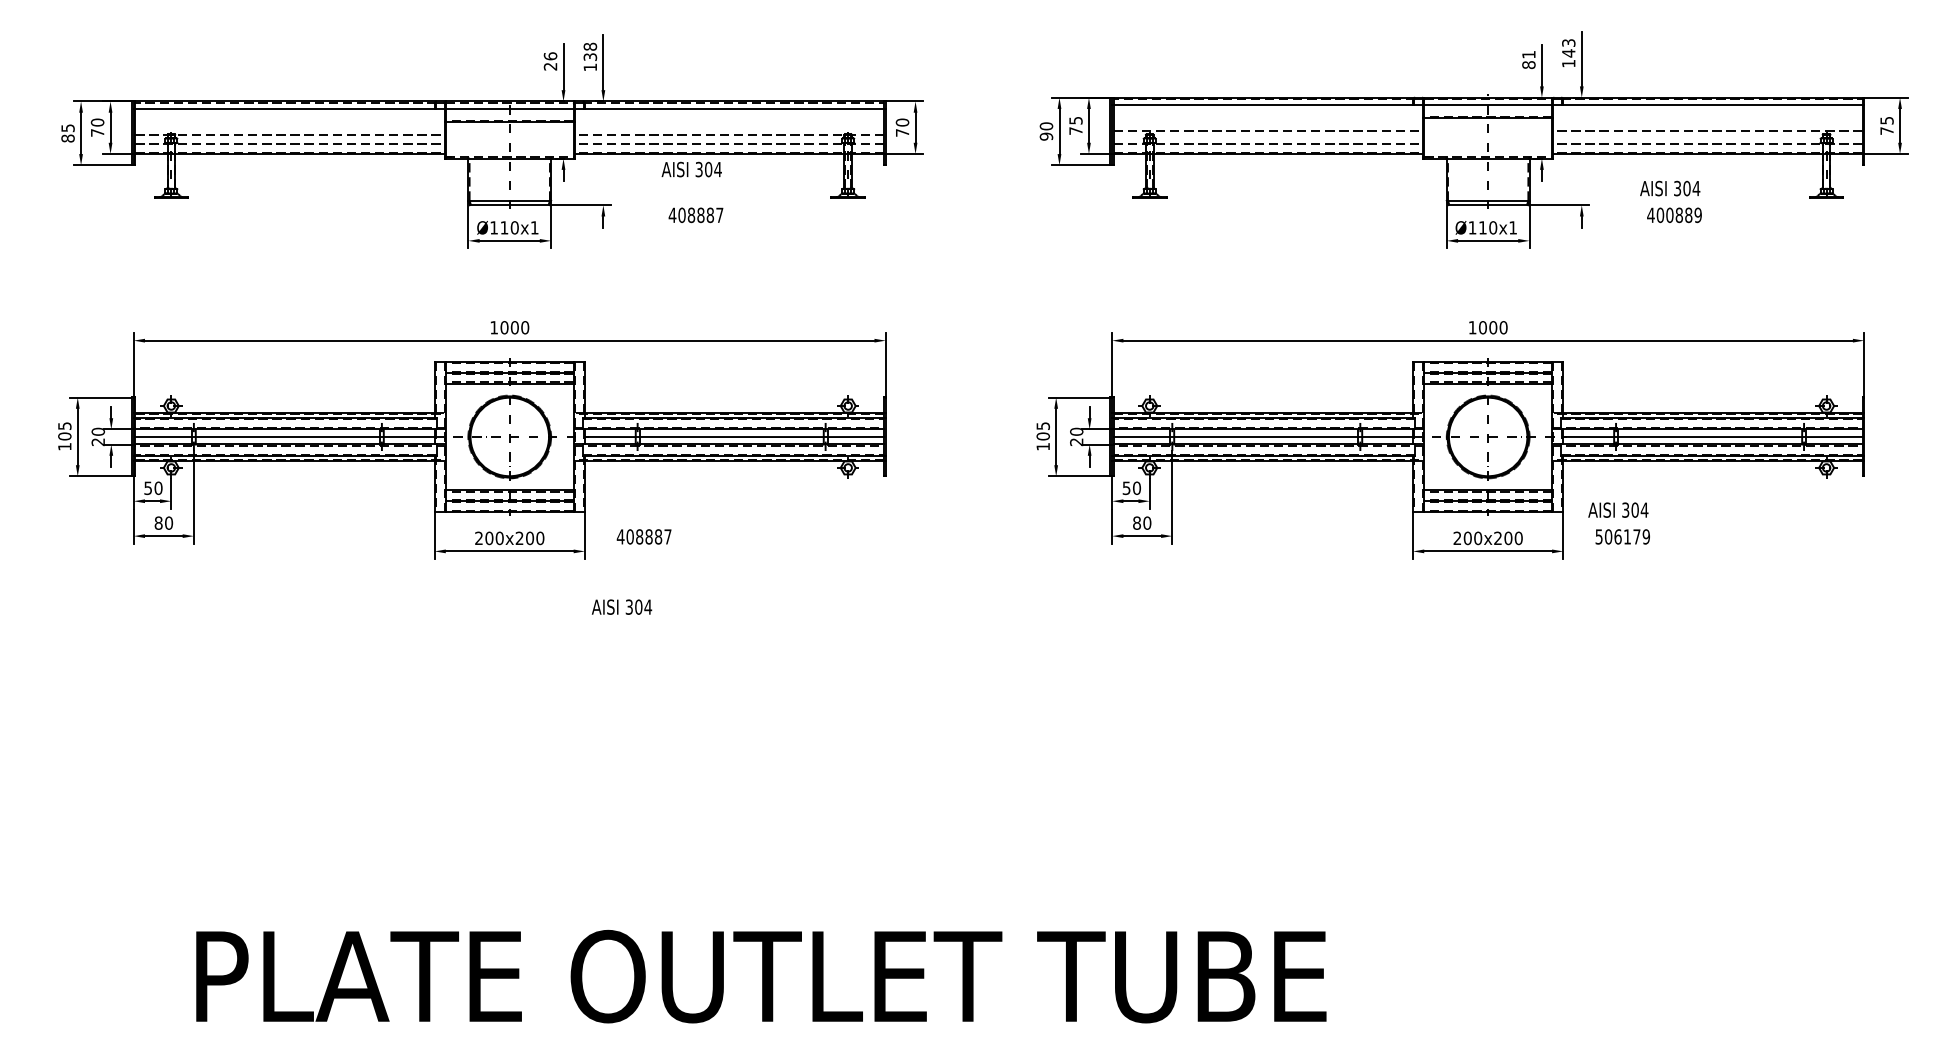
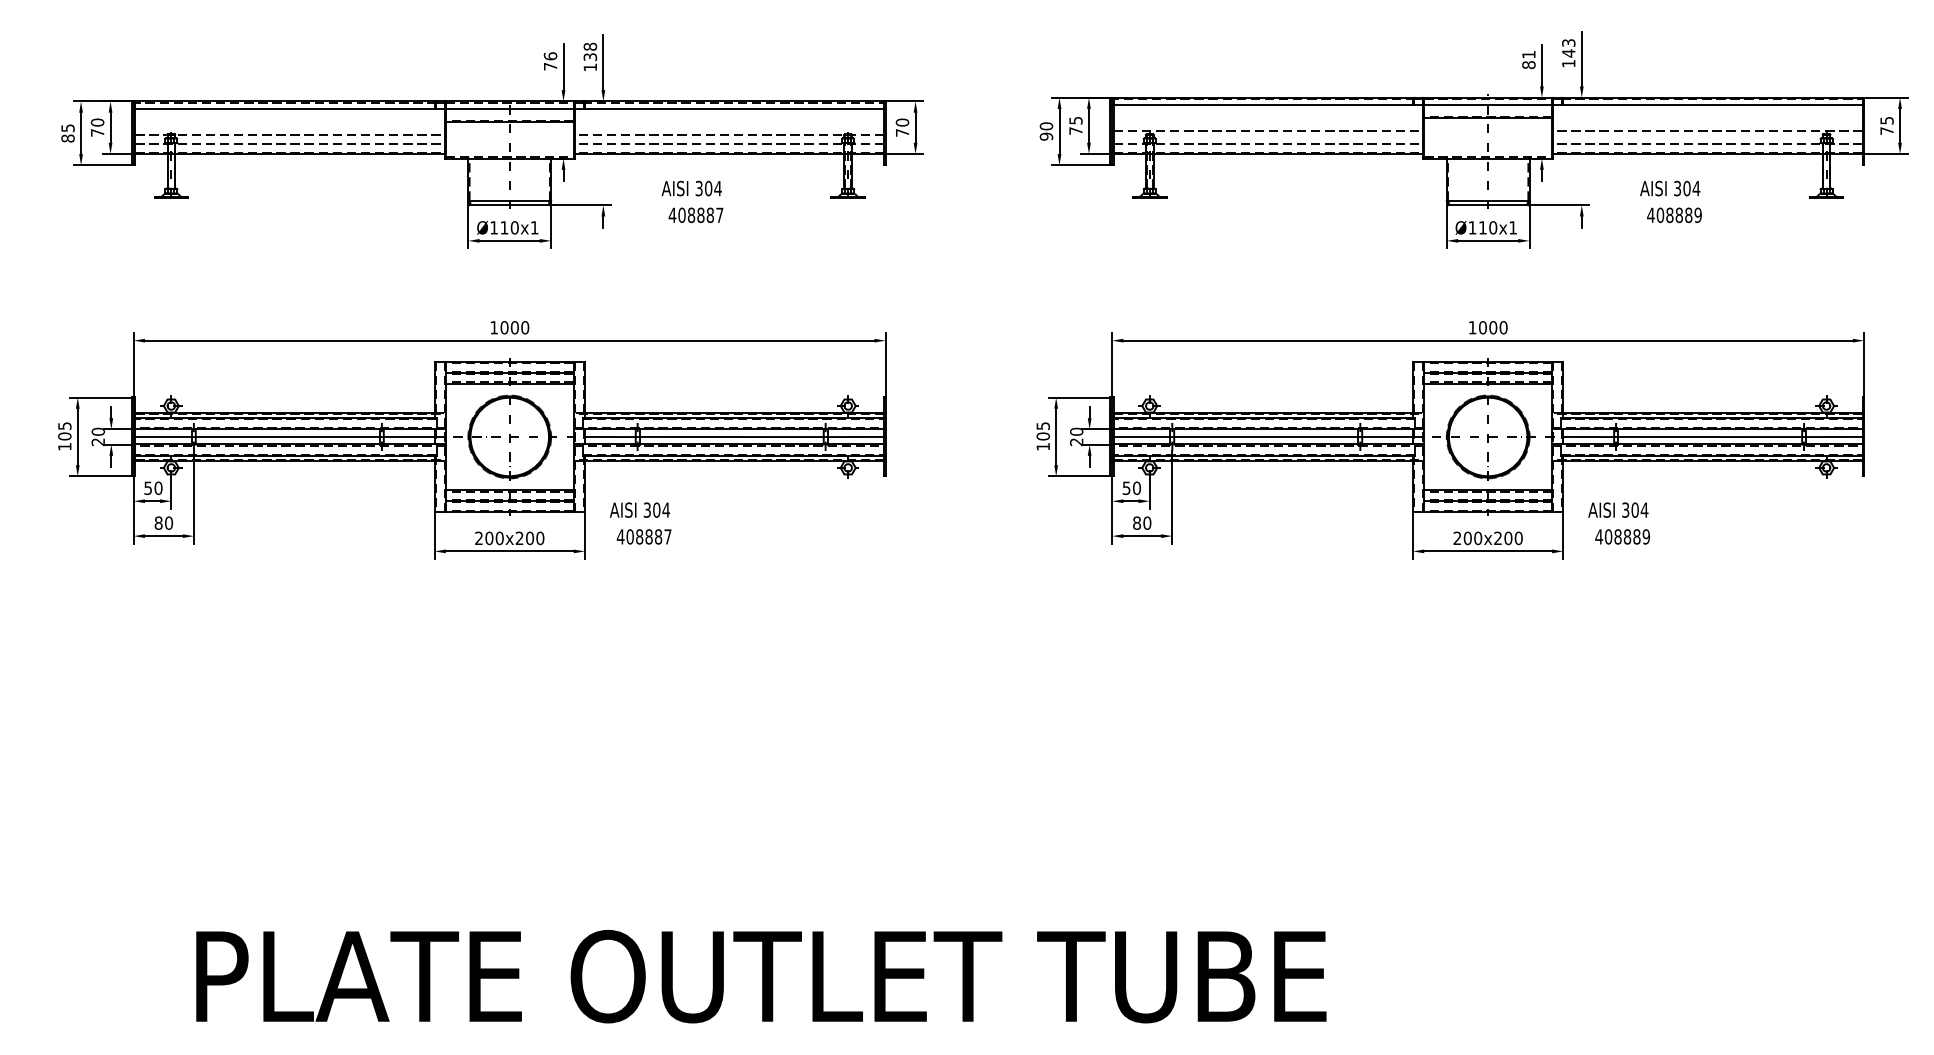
text at (550, 66): 26 -> 76
text at (691, 169) position: (691, 169) -> (691, 188)
text at (1669, 215): 400889 -> 408889
text at (1617, 536): 506179 -> 408889
text at (621, 606) position: (621, 606) -> (639, 509)
